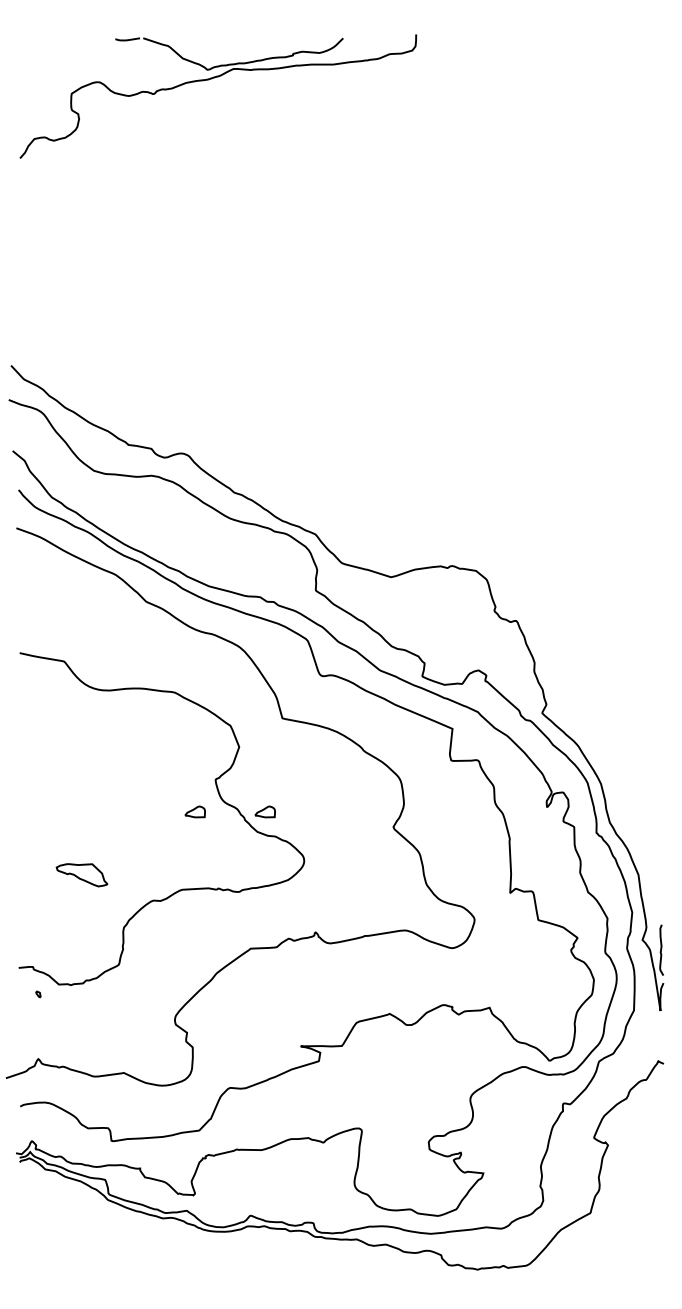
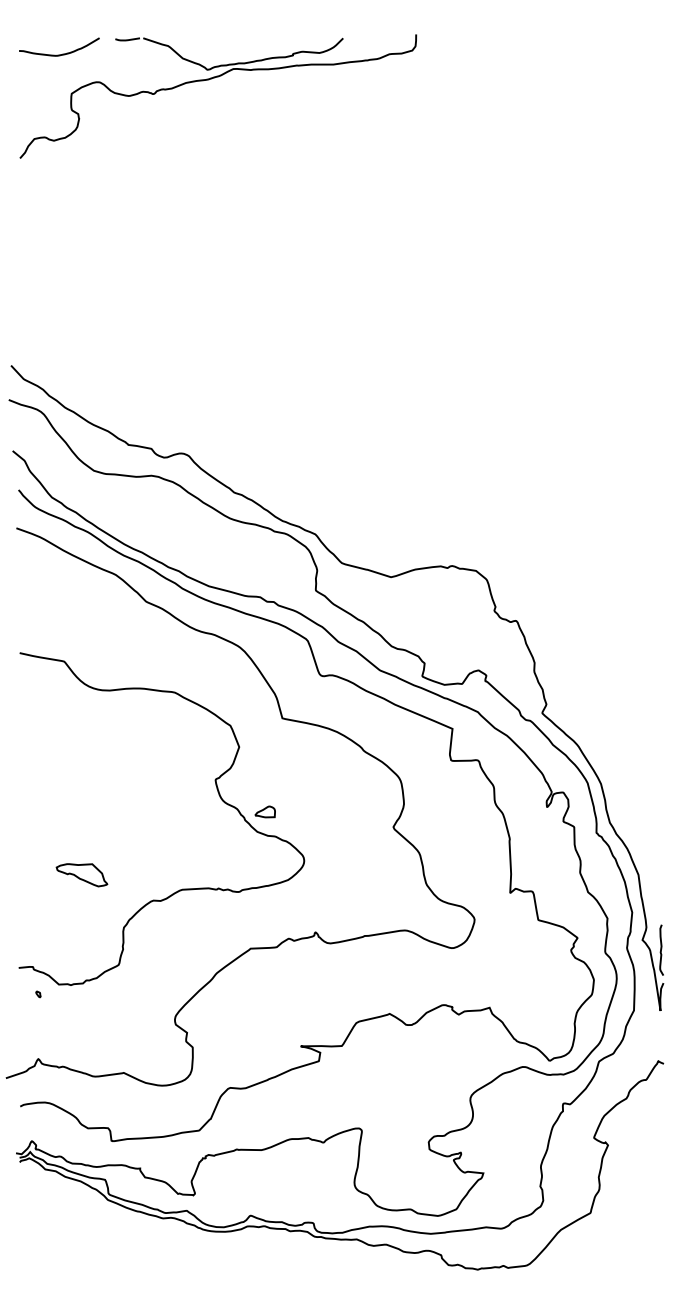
curve at (62, 53): none -> present
part at (194, 811): present -> none
